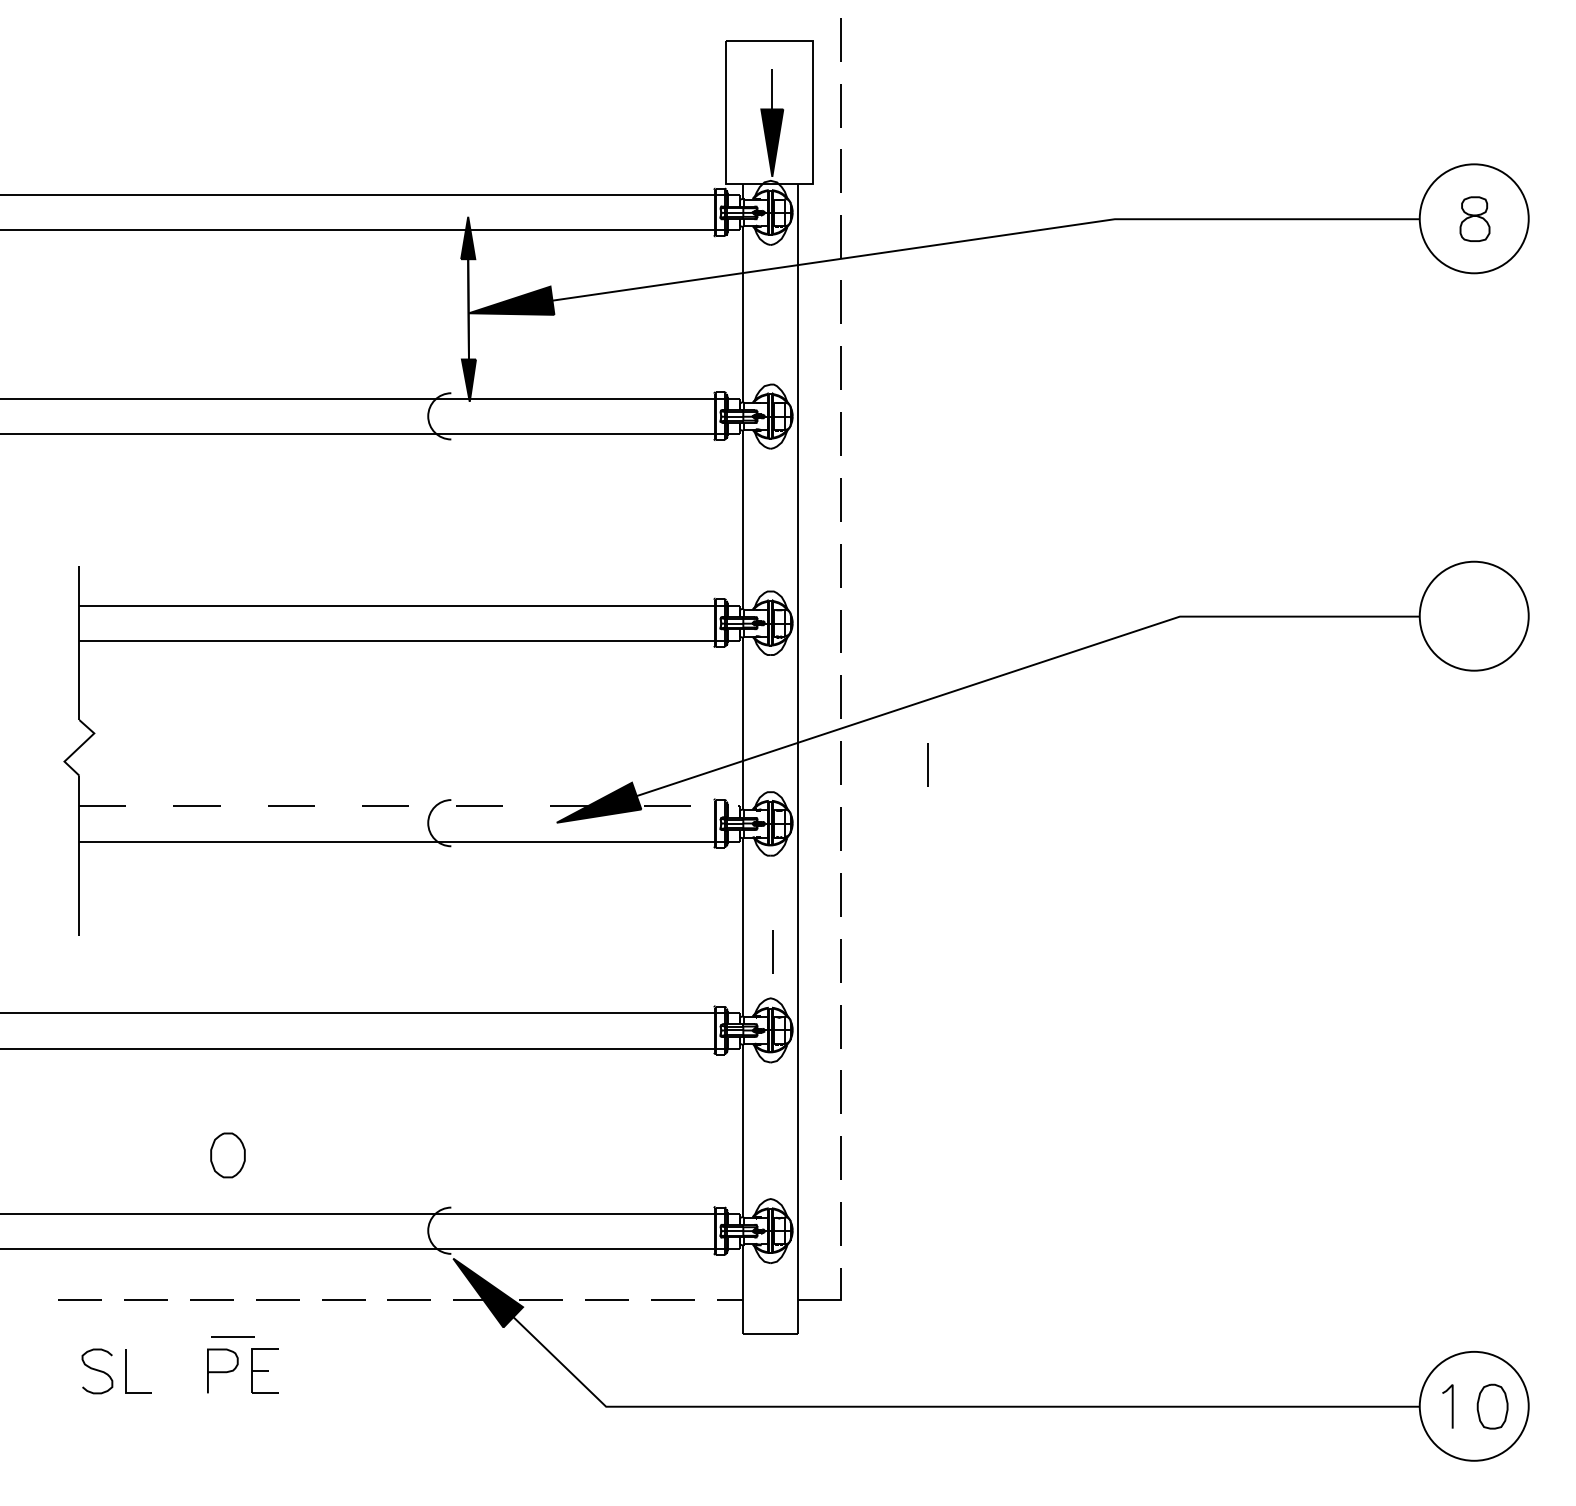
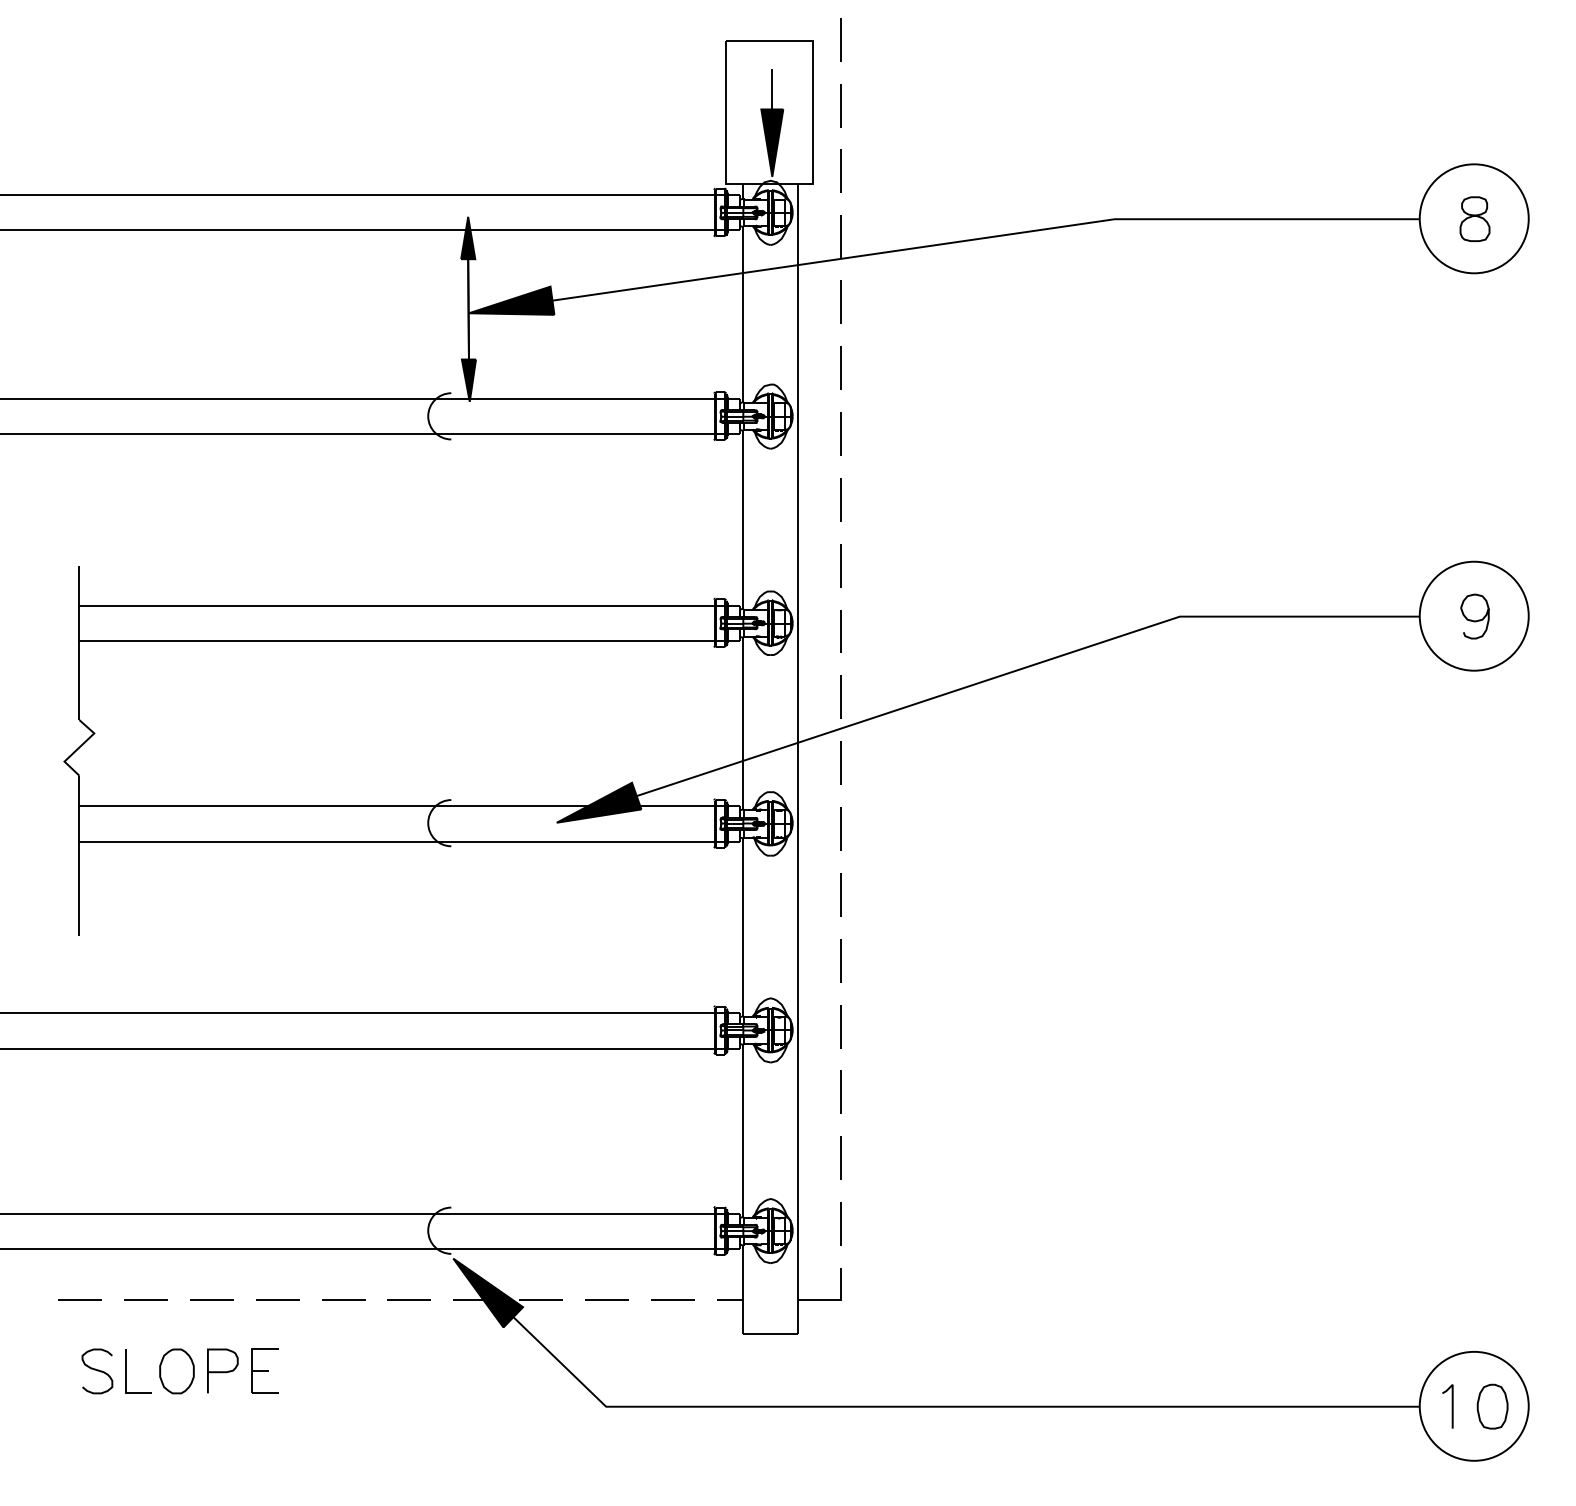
curve at (1474, 620): none -> present
line at (927, 764): present -> none
line at (410, 806): dashed -> solid
line at (772, 951): present -> none
part at (227, 1155) position: (227, 1155) -> (176, 1371)
line at (232, 1336): present -> none
